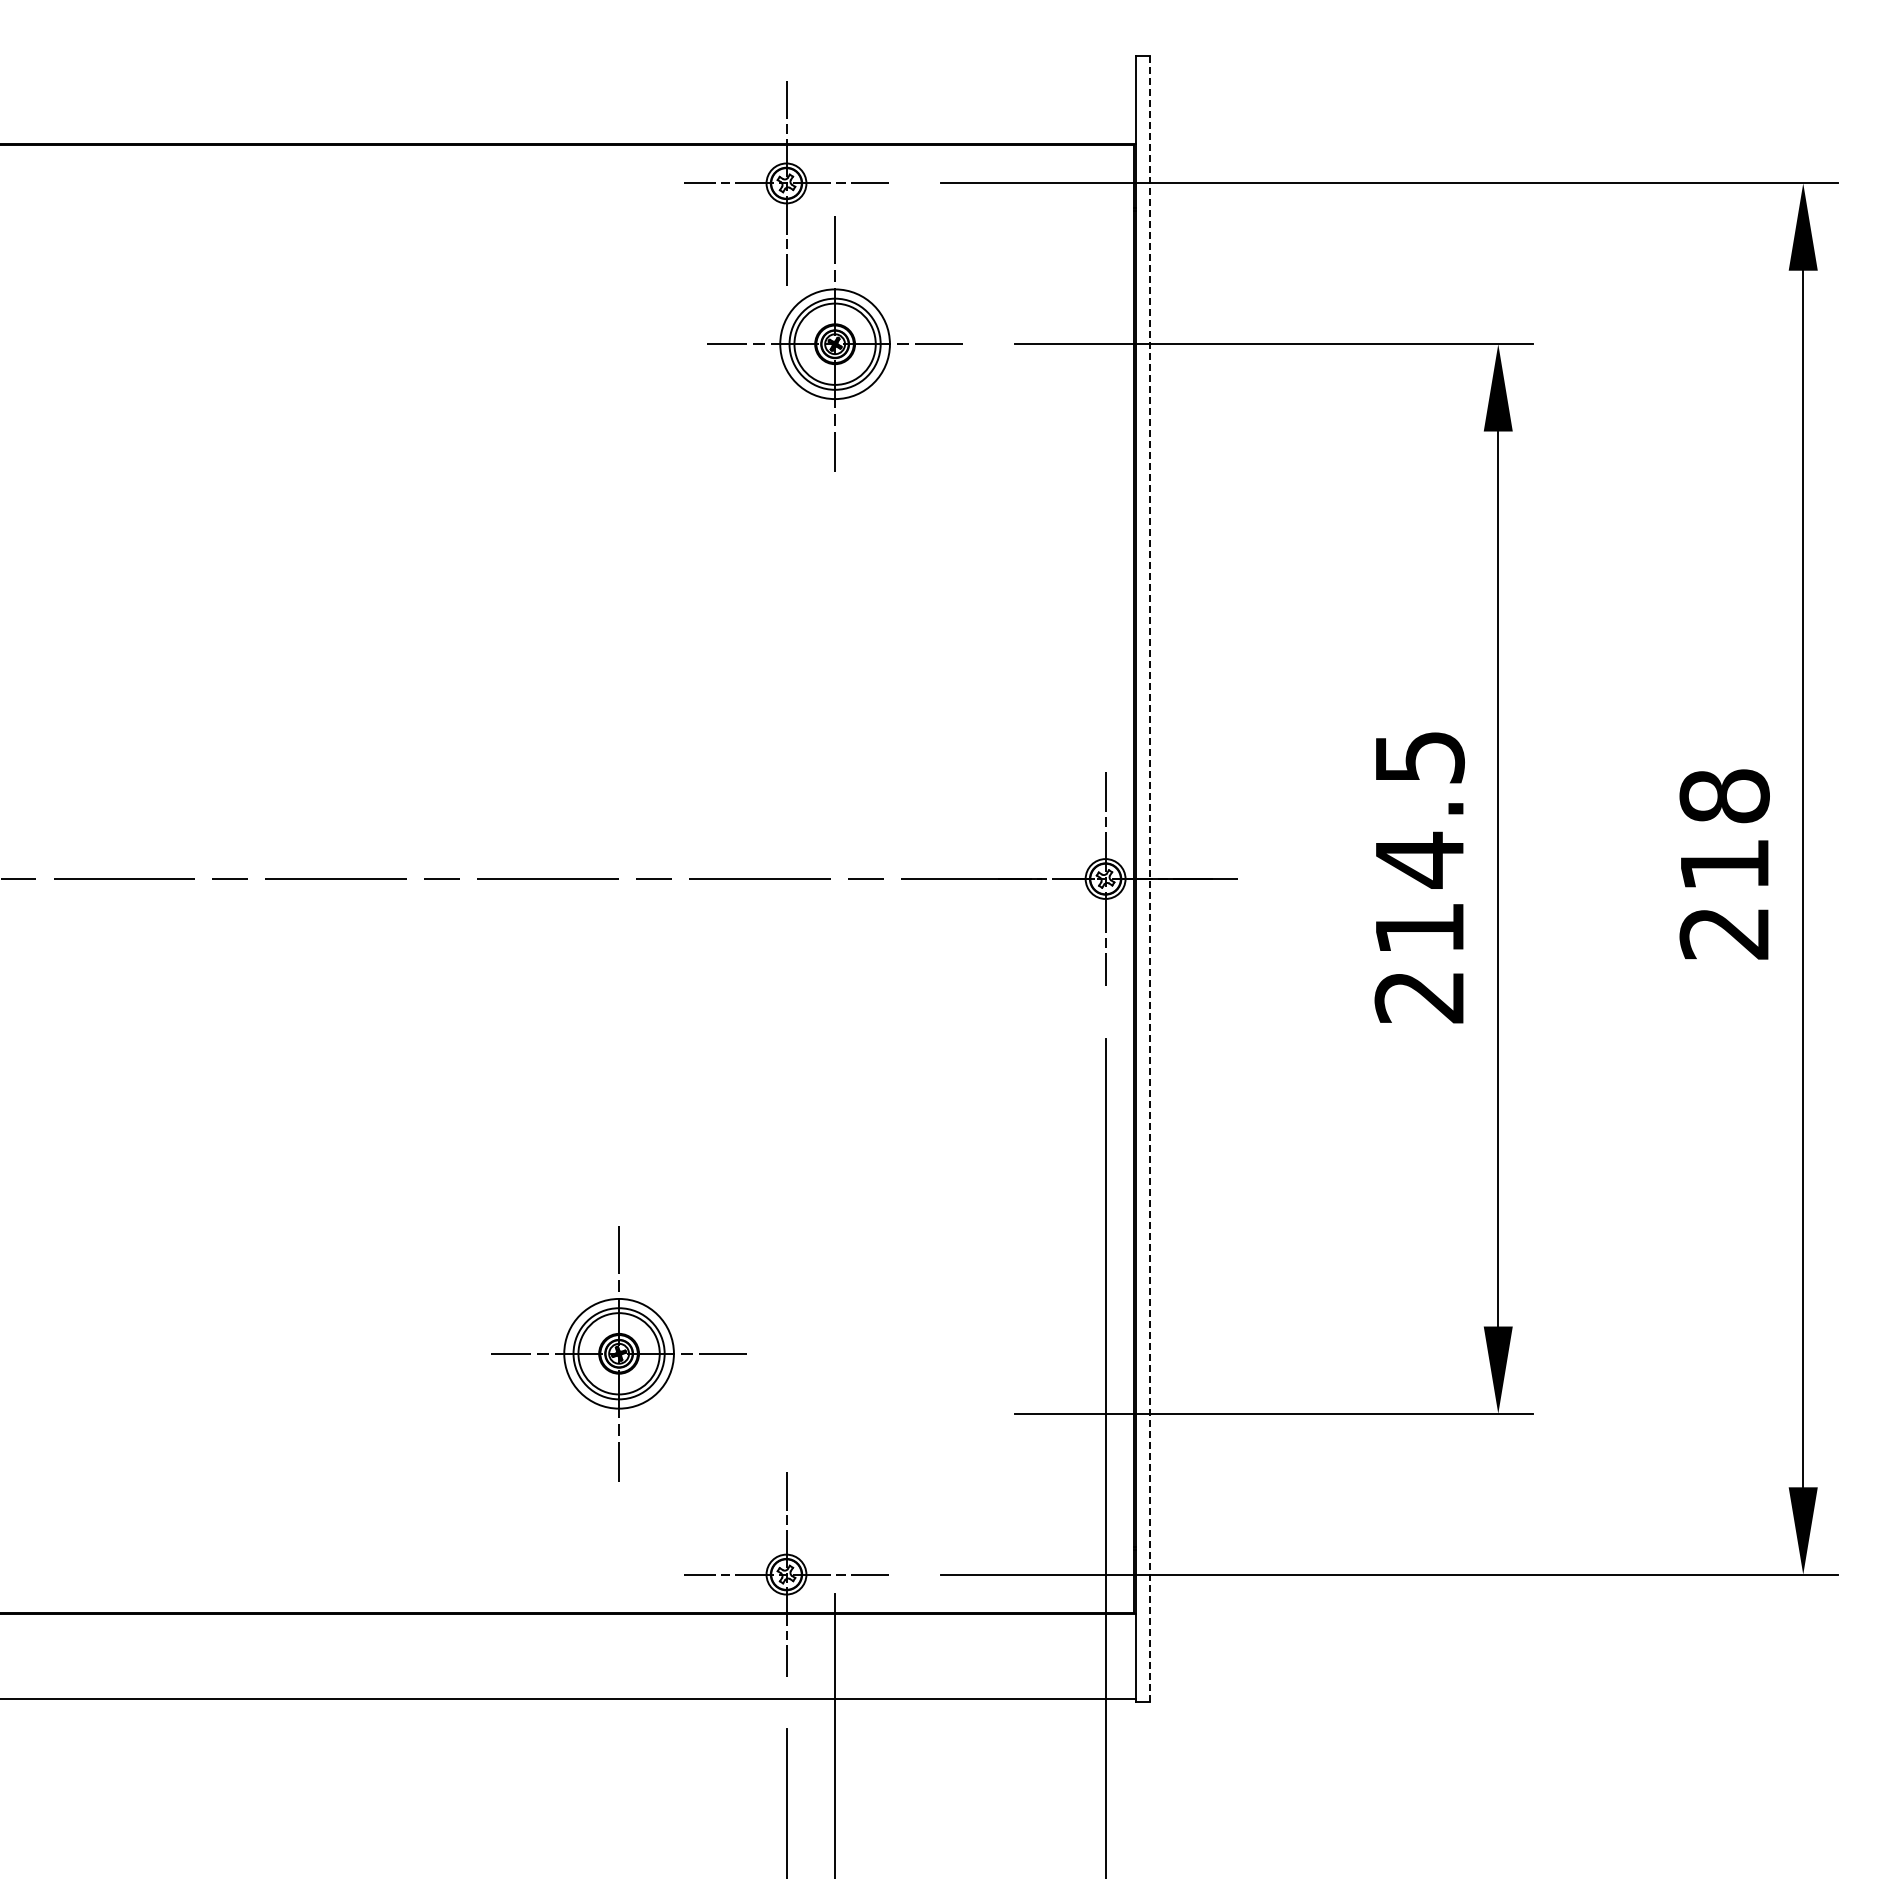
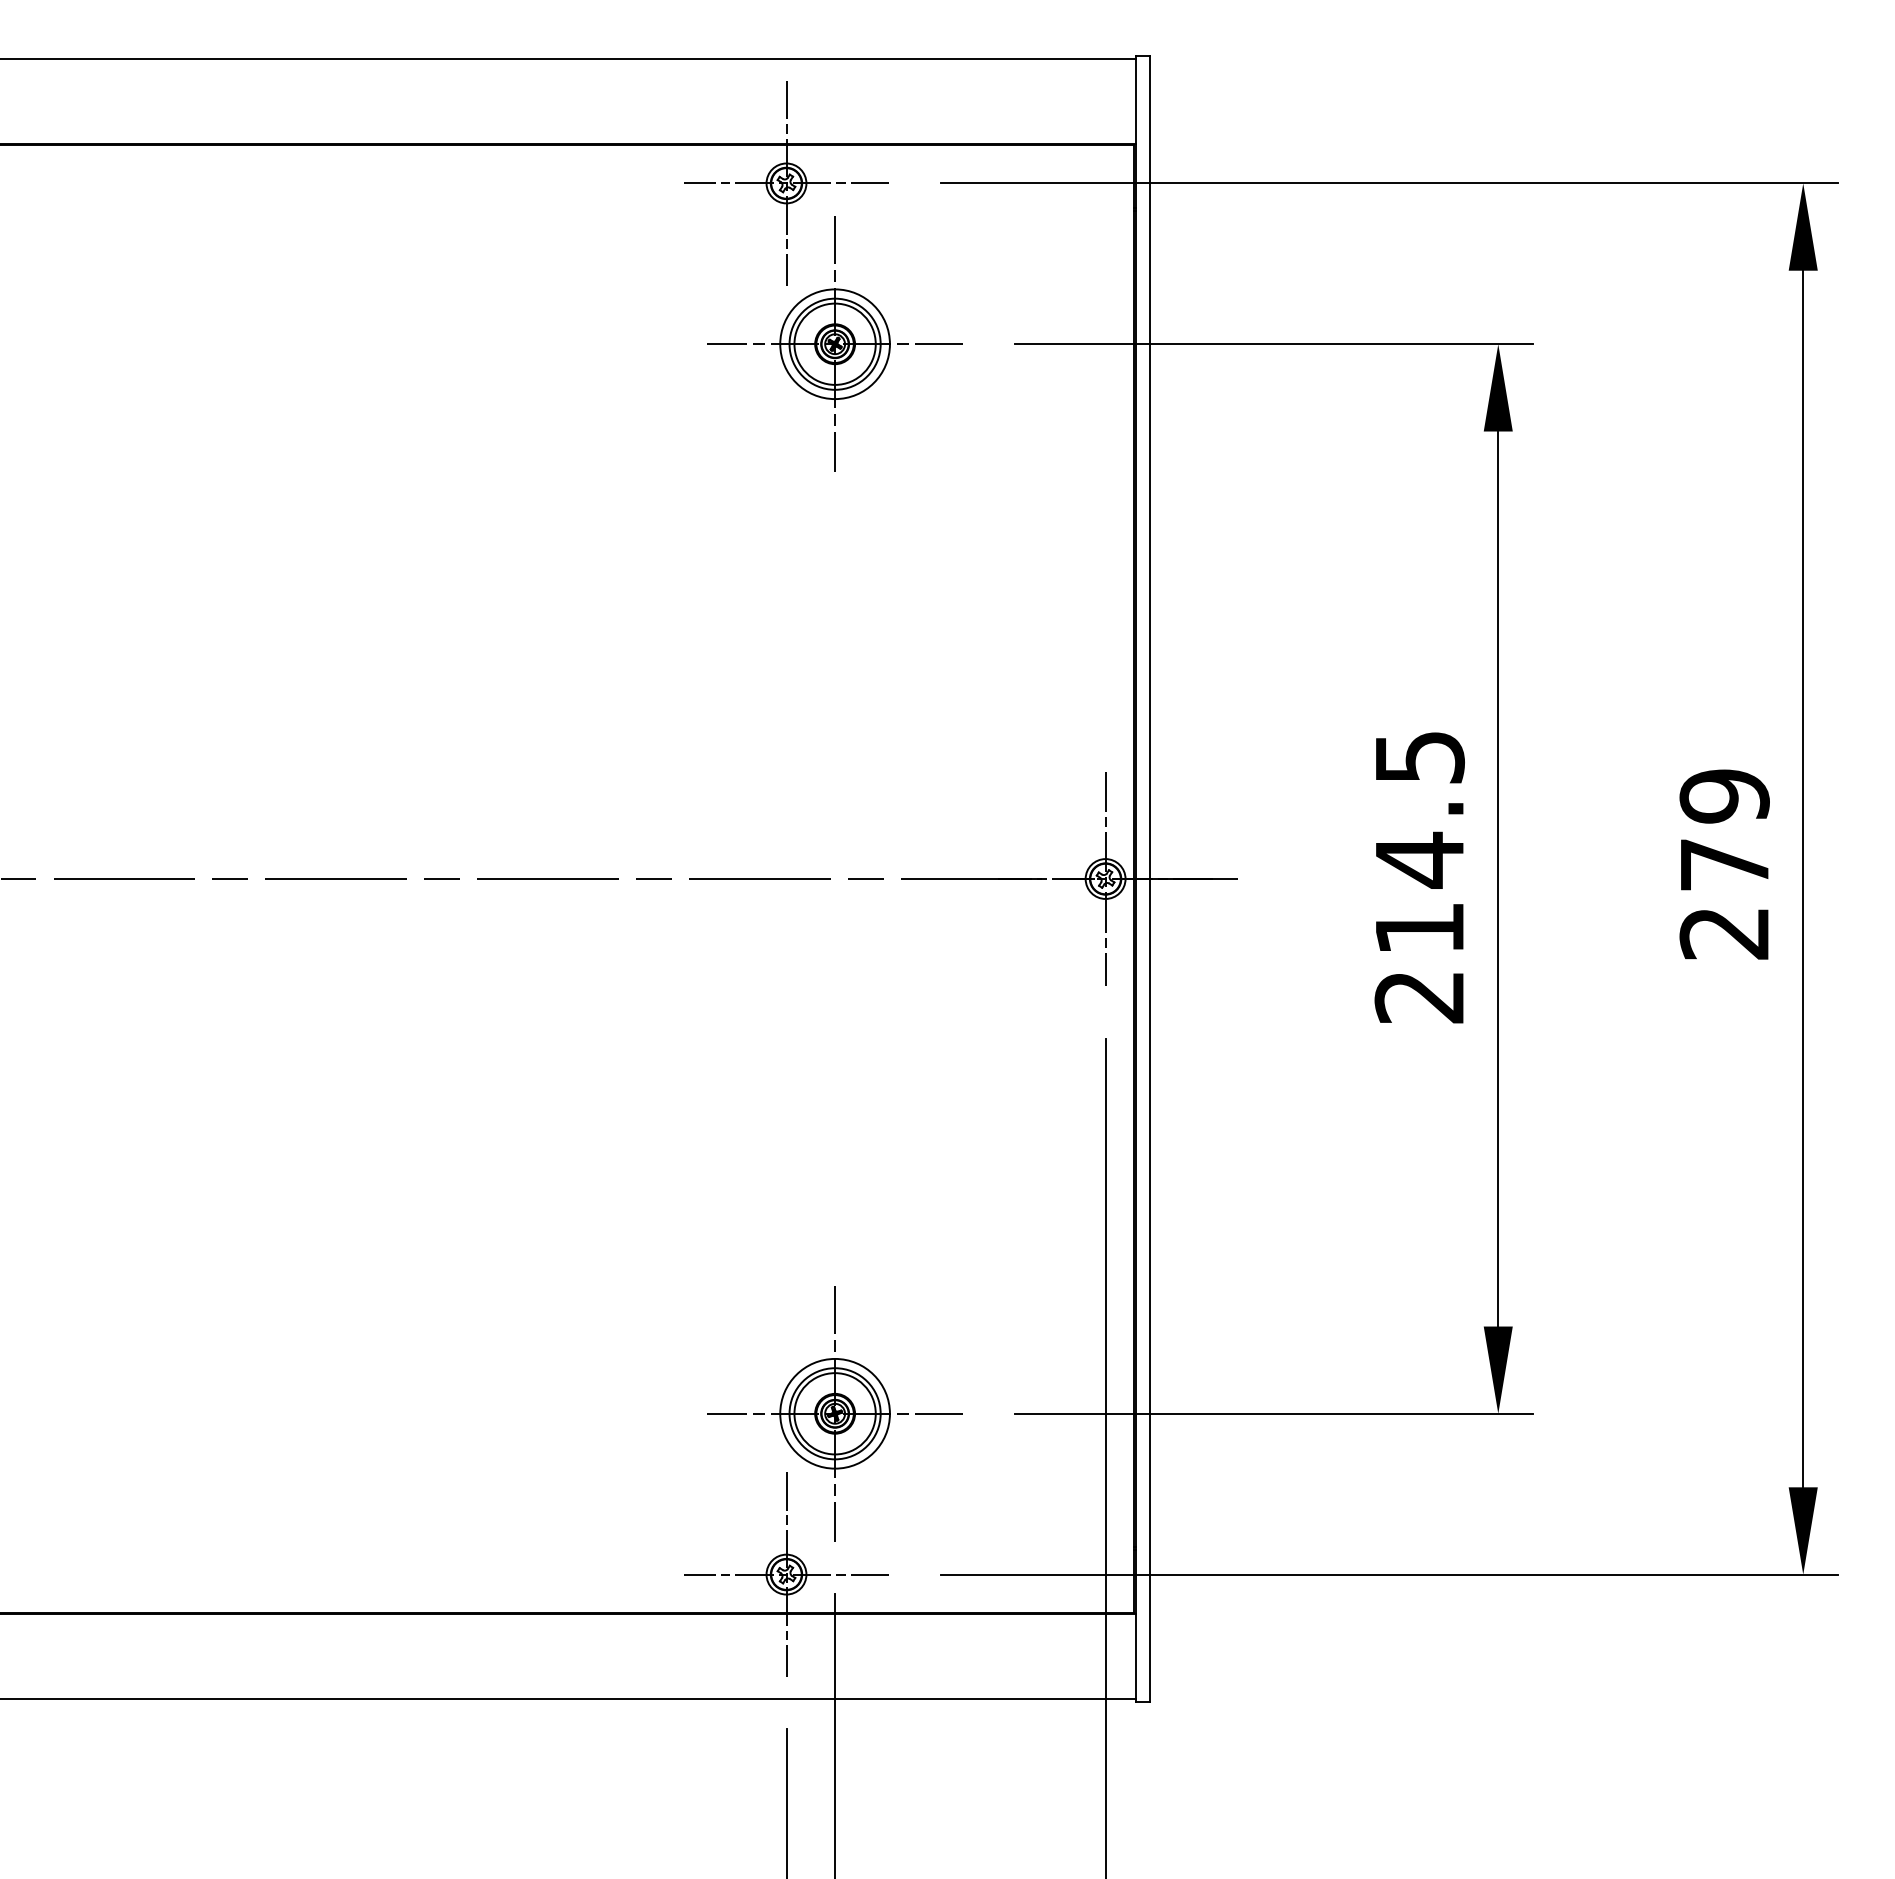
line at (568, 58): none -> present
text at (1724, 829): 218 -> 279
line at (1150, 879): dashed -> solid
part at (618, 1353) position: (618, 1353) -> (834, 1413)
